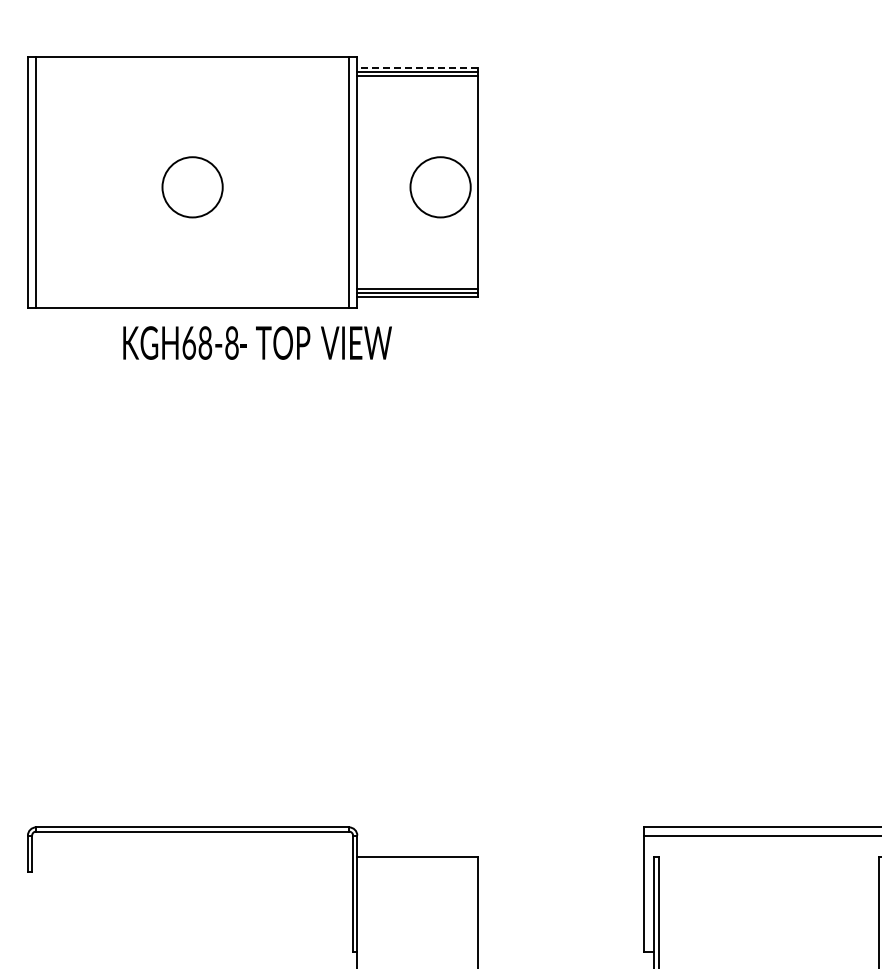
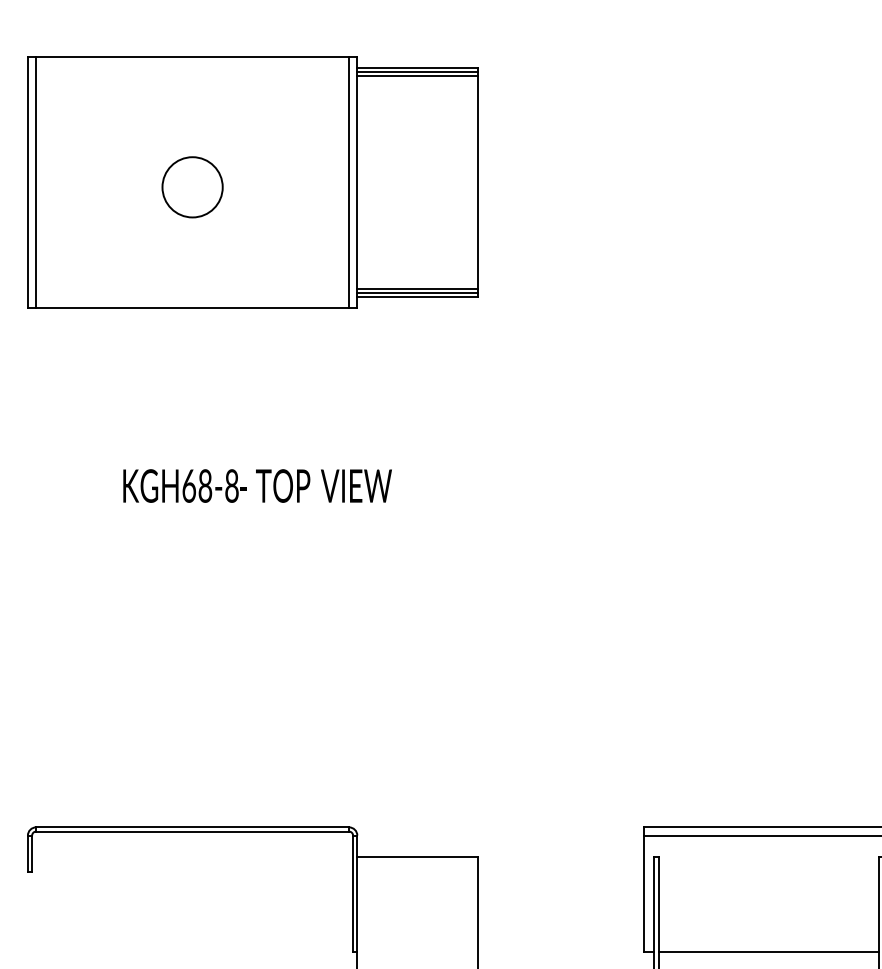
line at (417, 67): dashed -> solid
circle at (440, 187): present -> none
text at (257, 342) position: (257, 342) -> (257, 485)
line at (768, 952): none -> present
